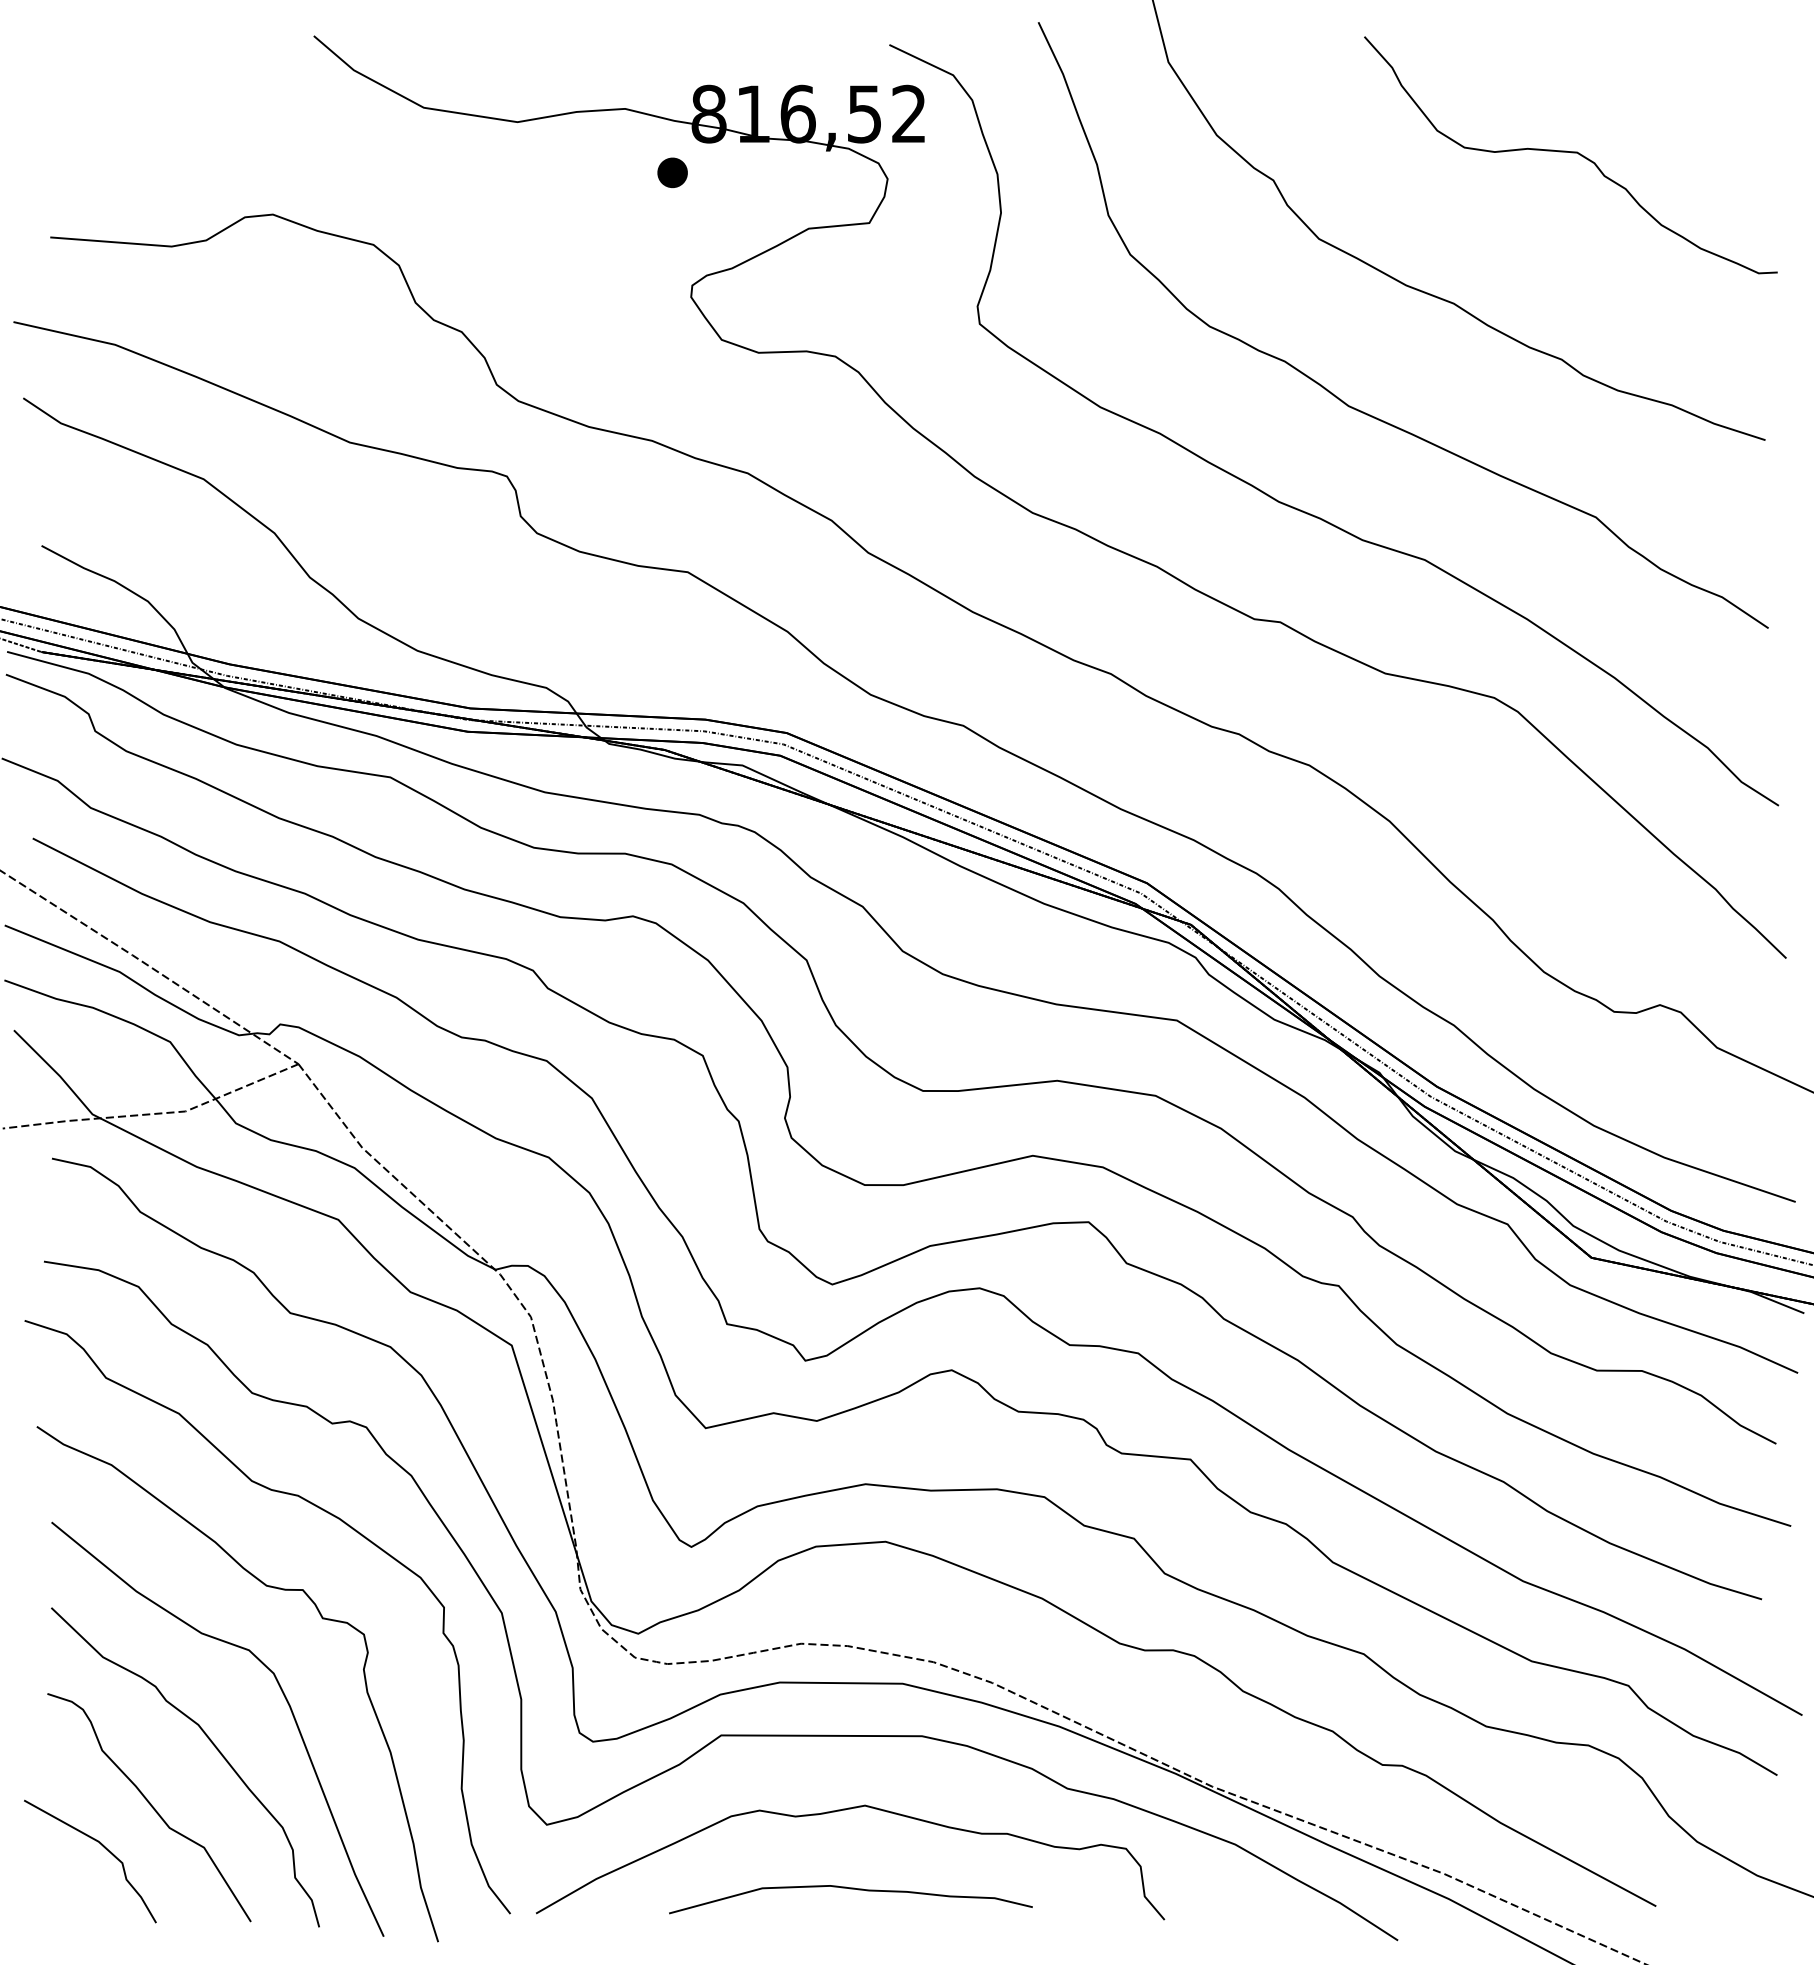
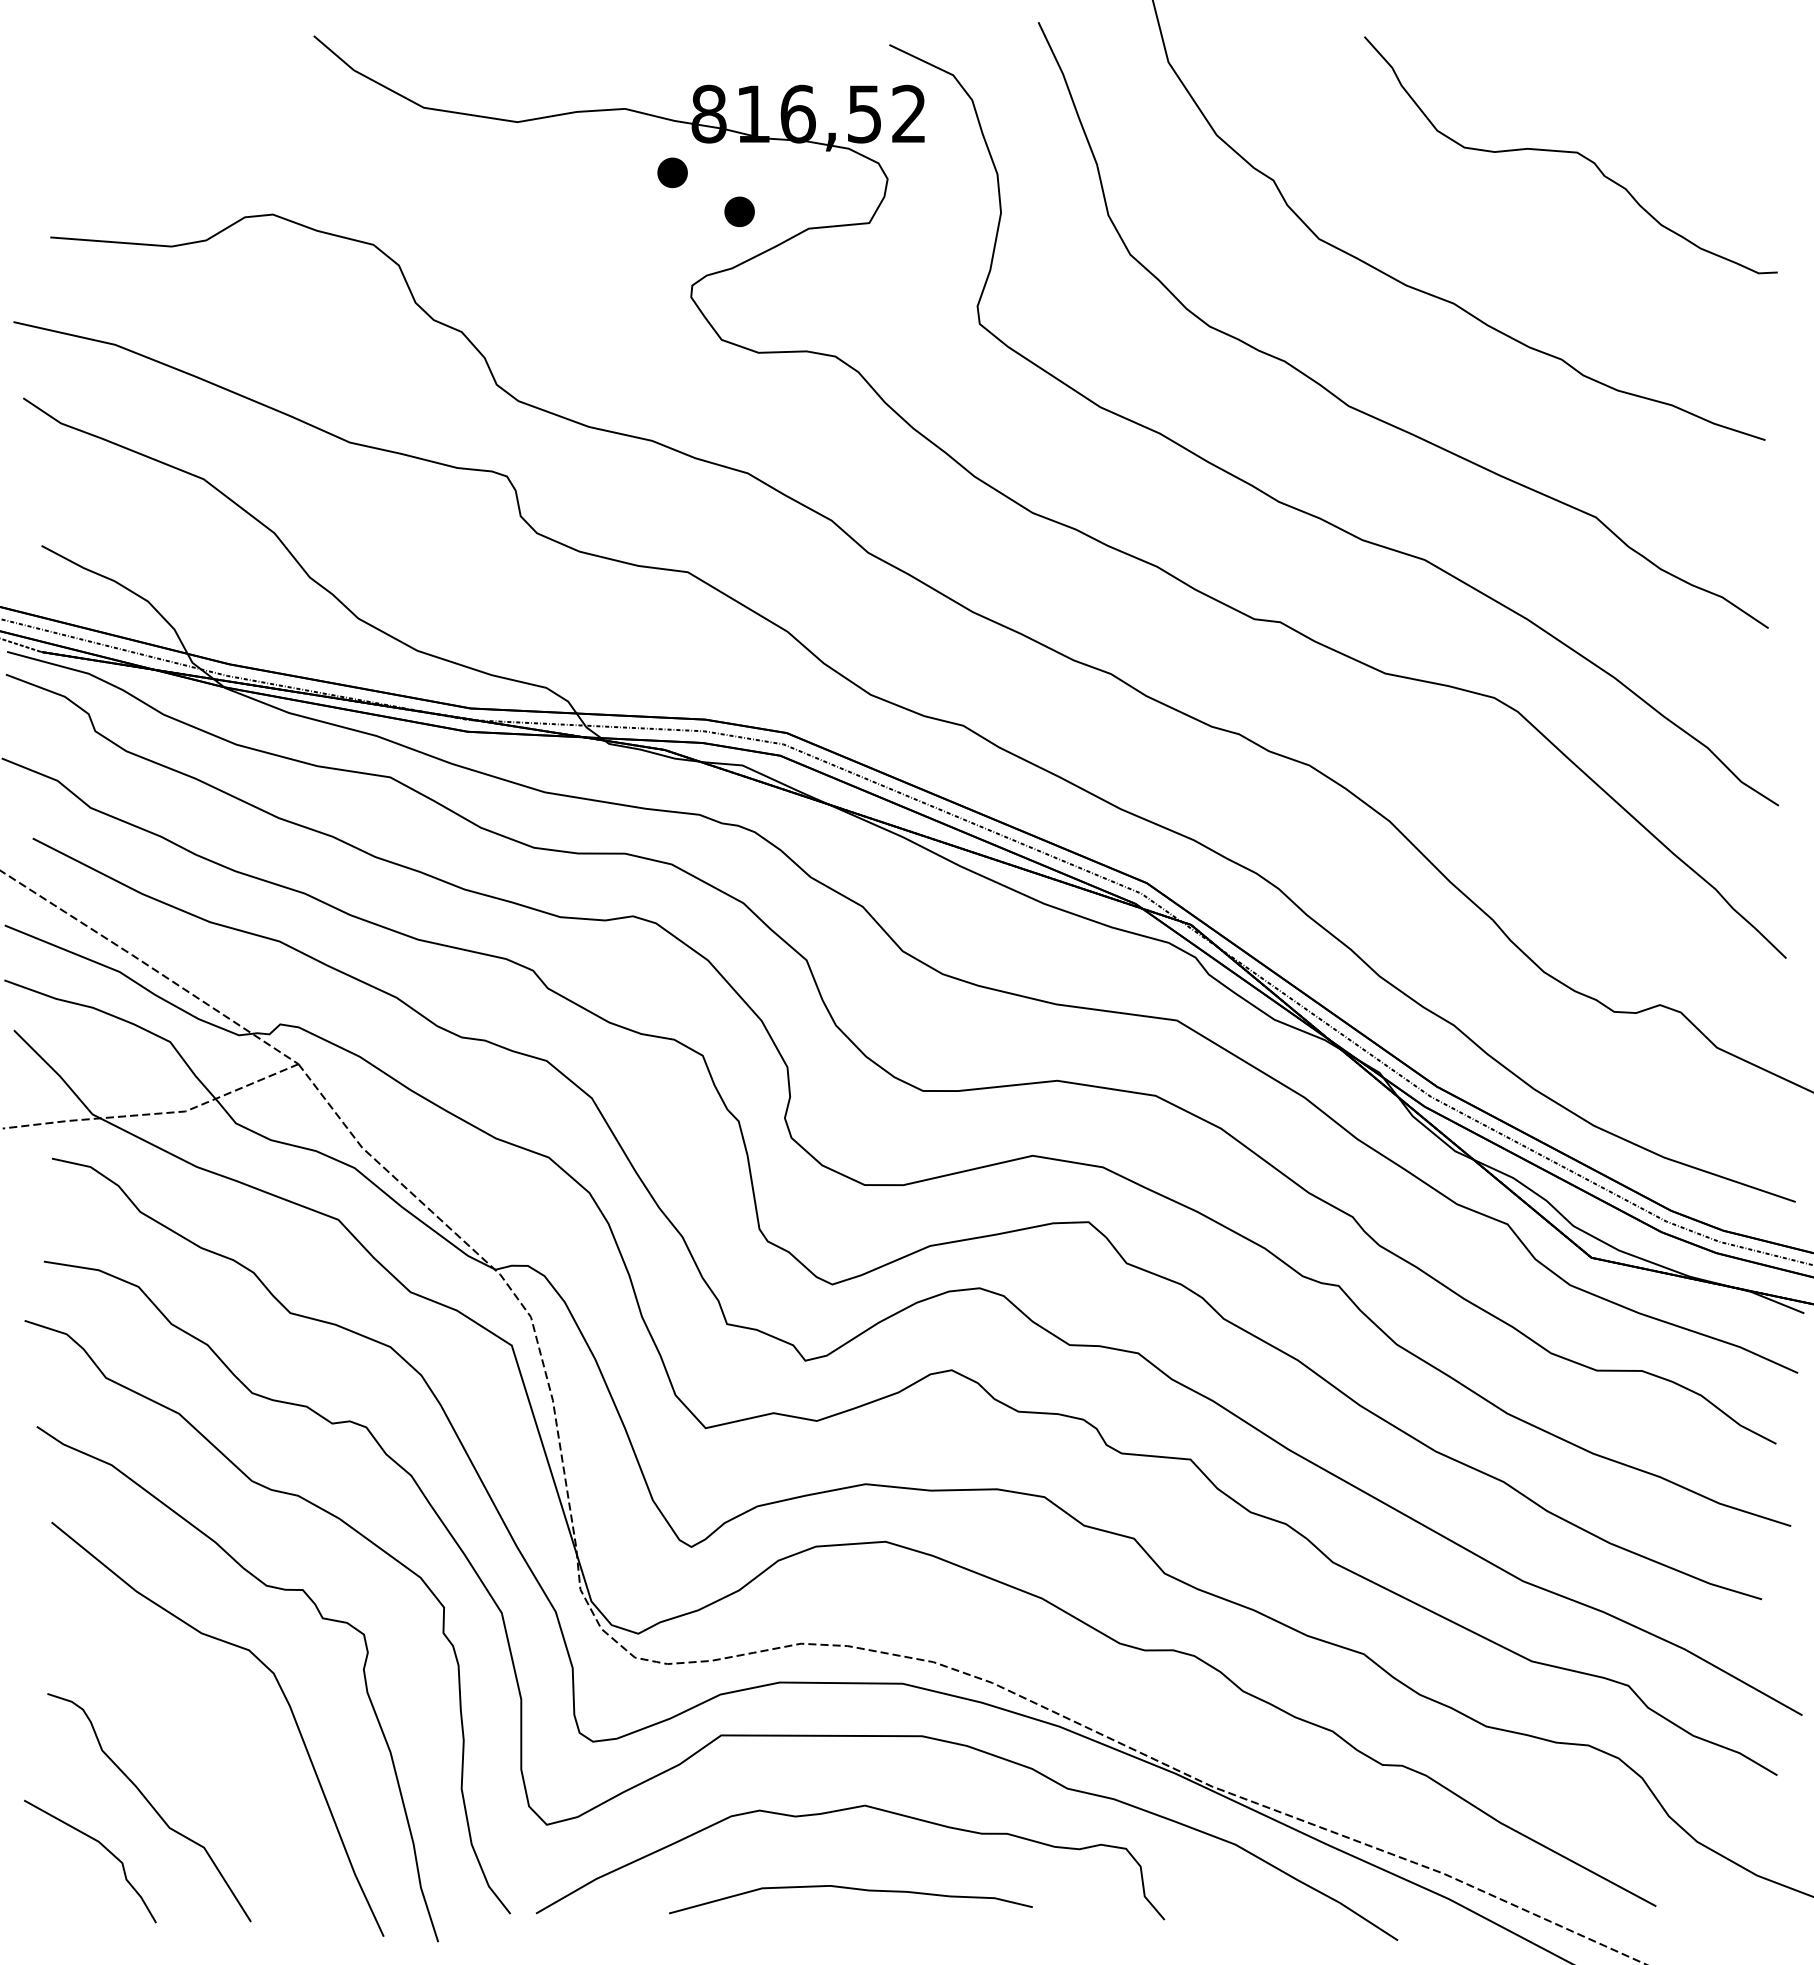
part at (739, 211): none -> present
part at (211, 1743): present -> none
